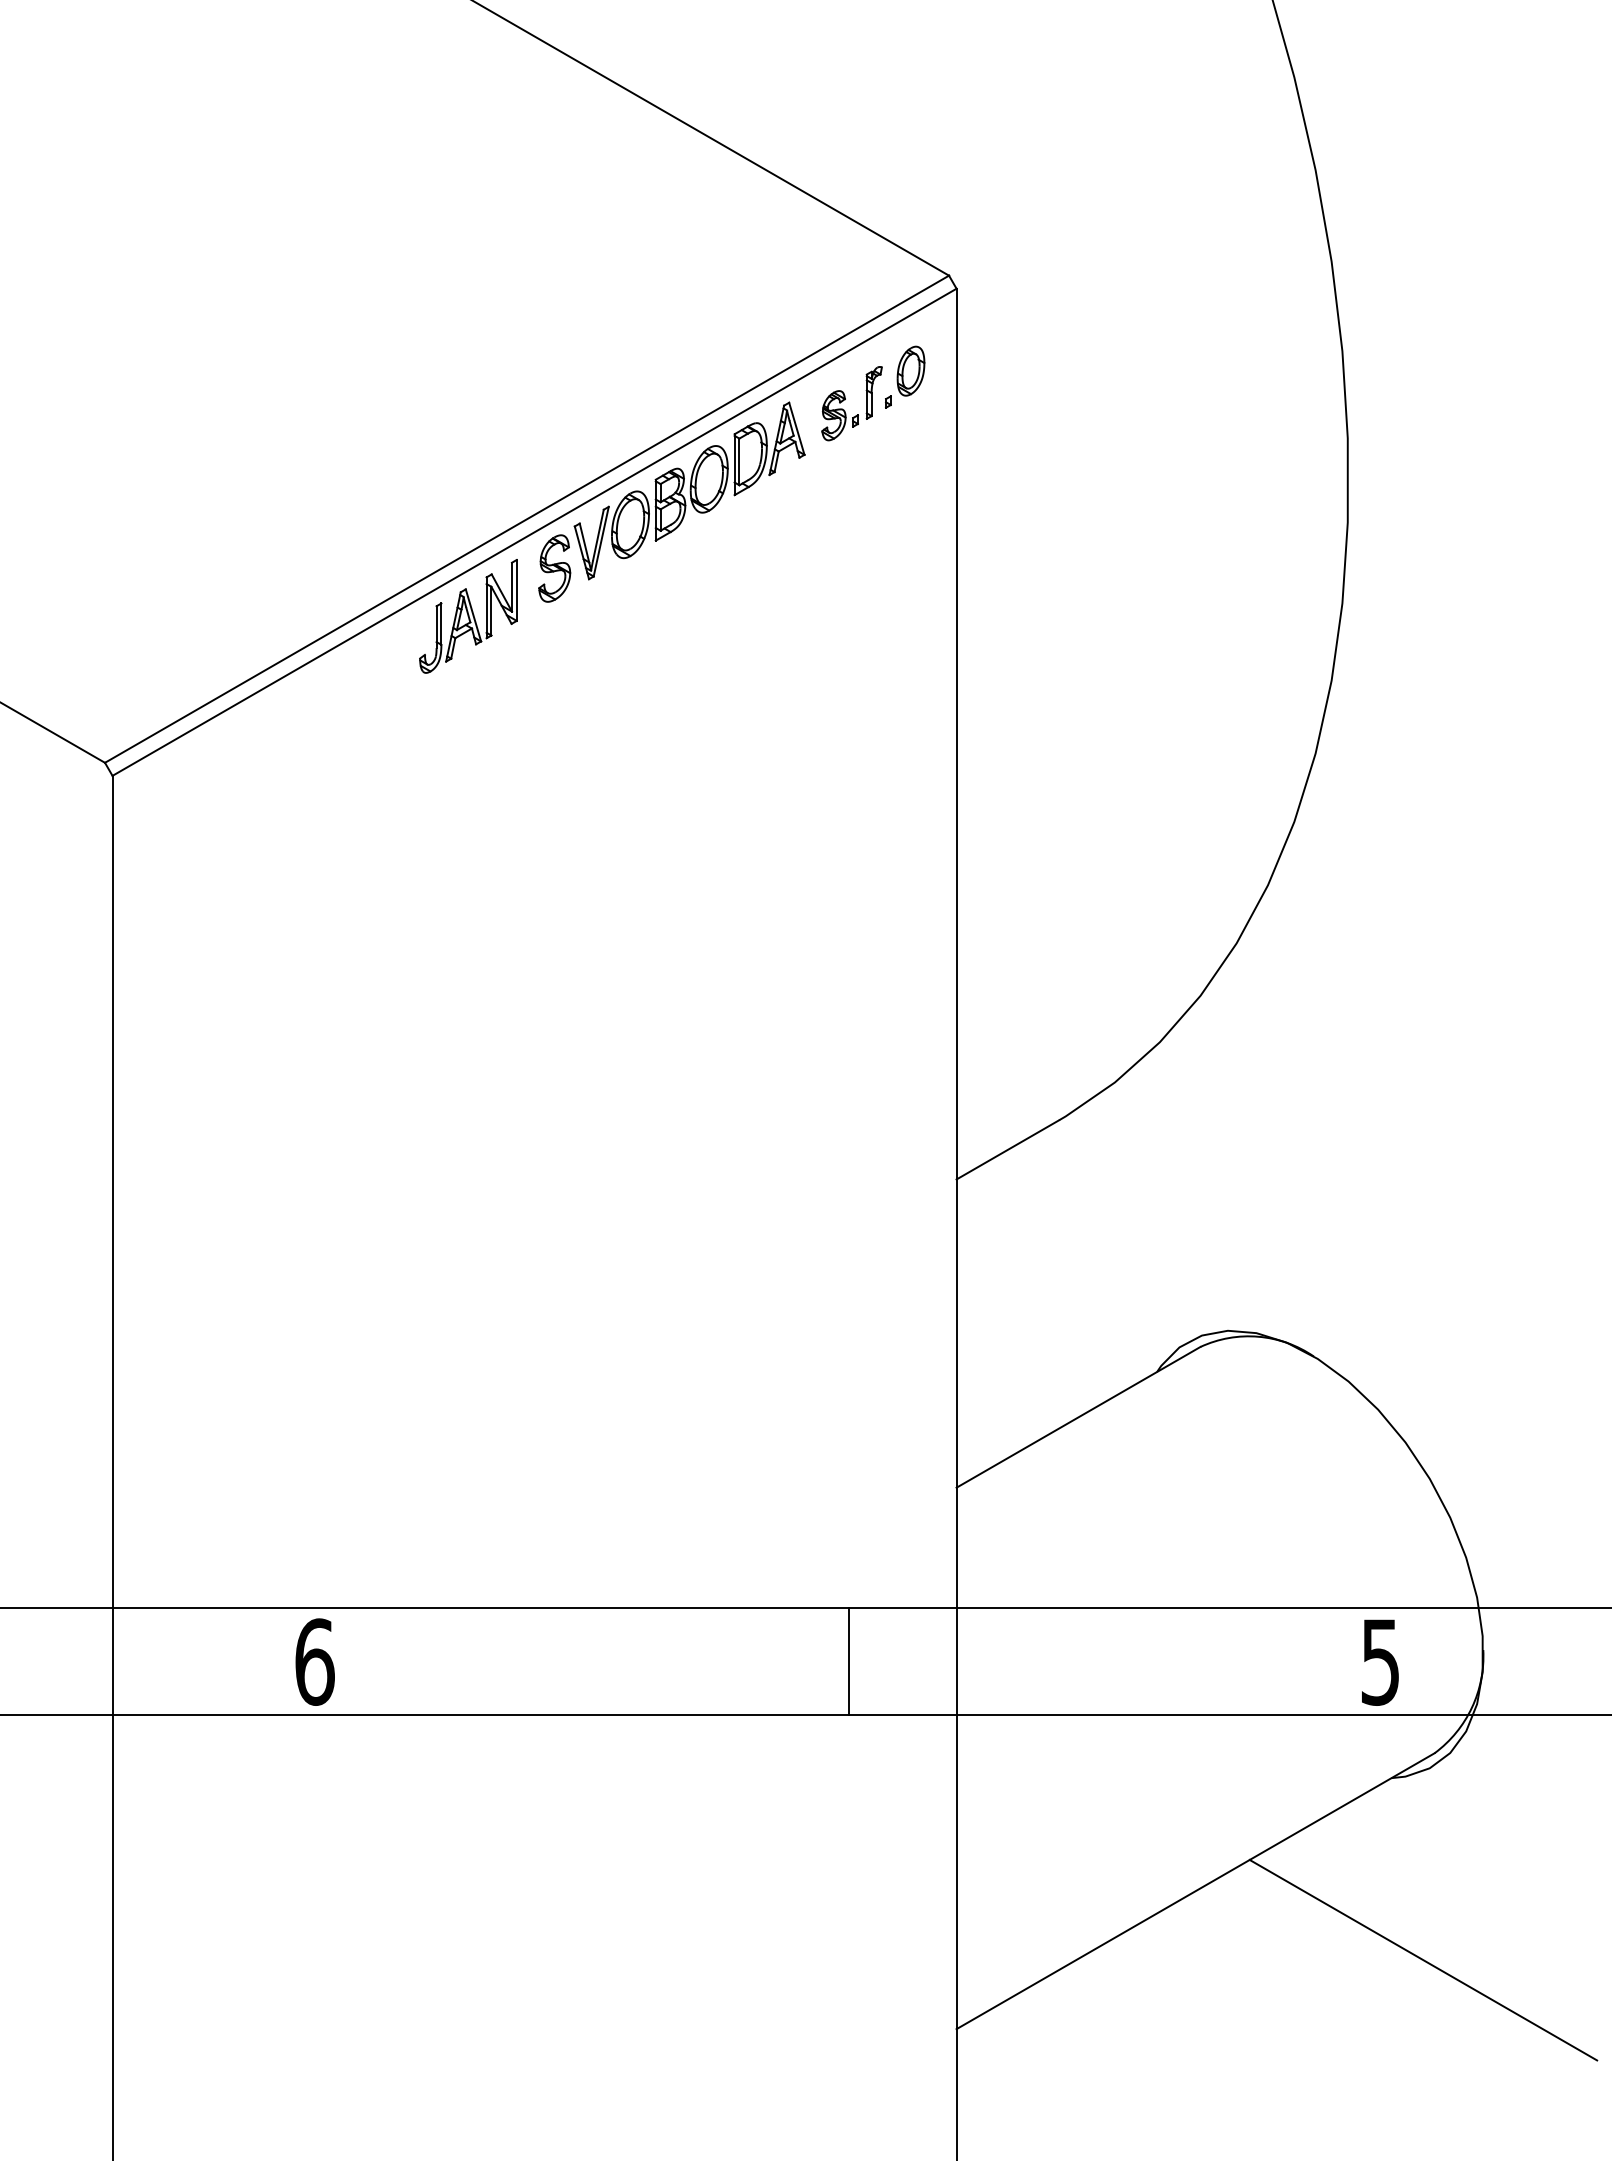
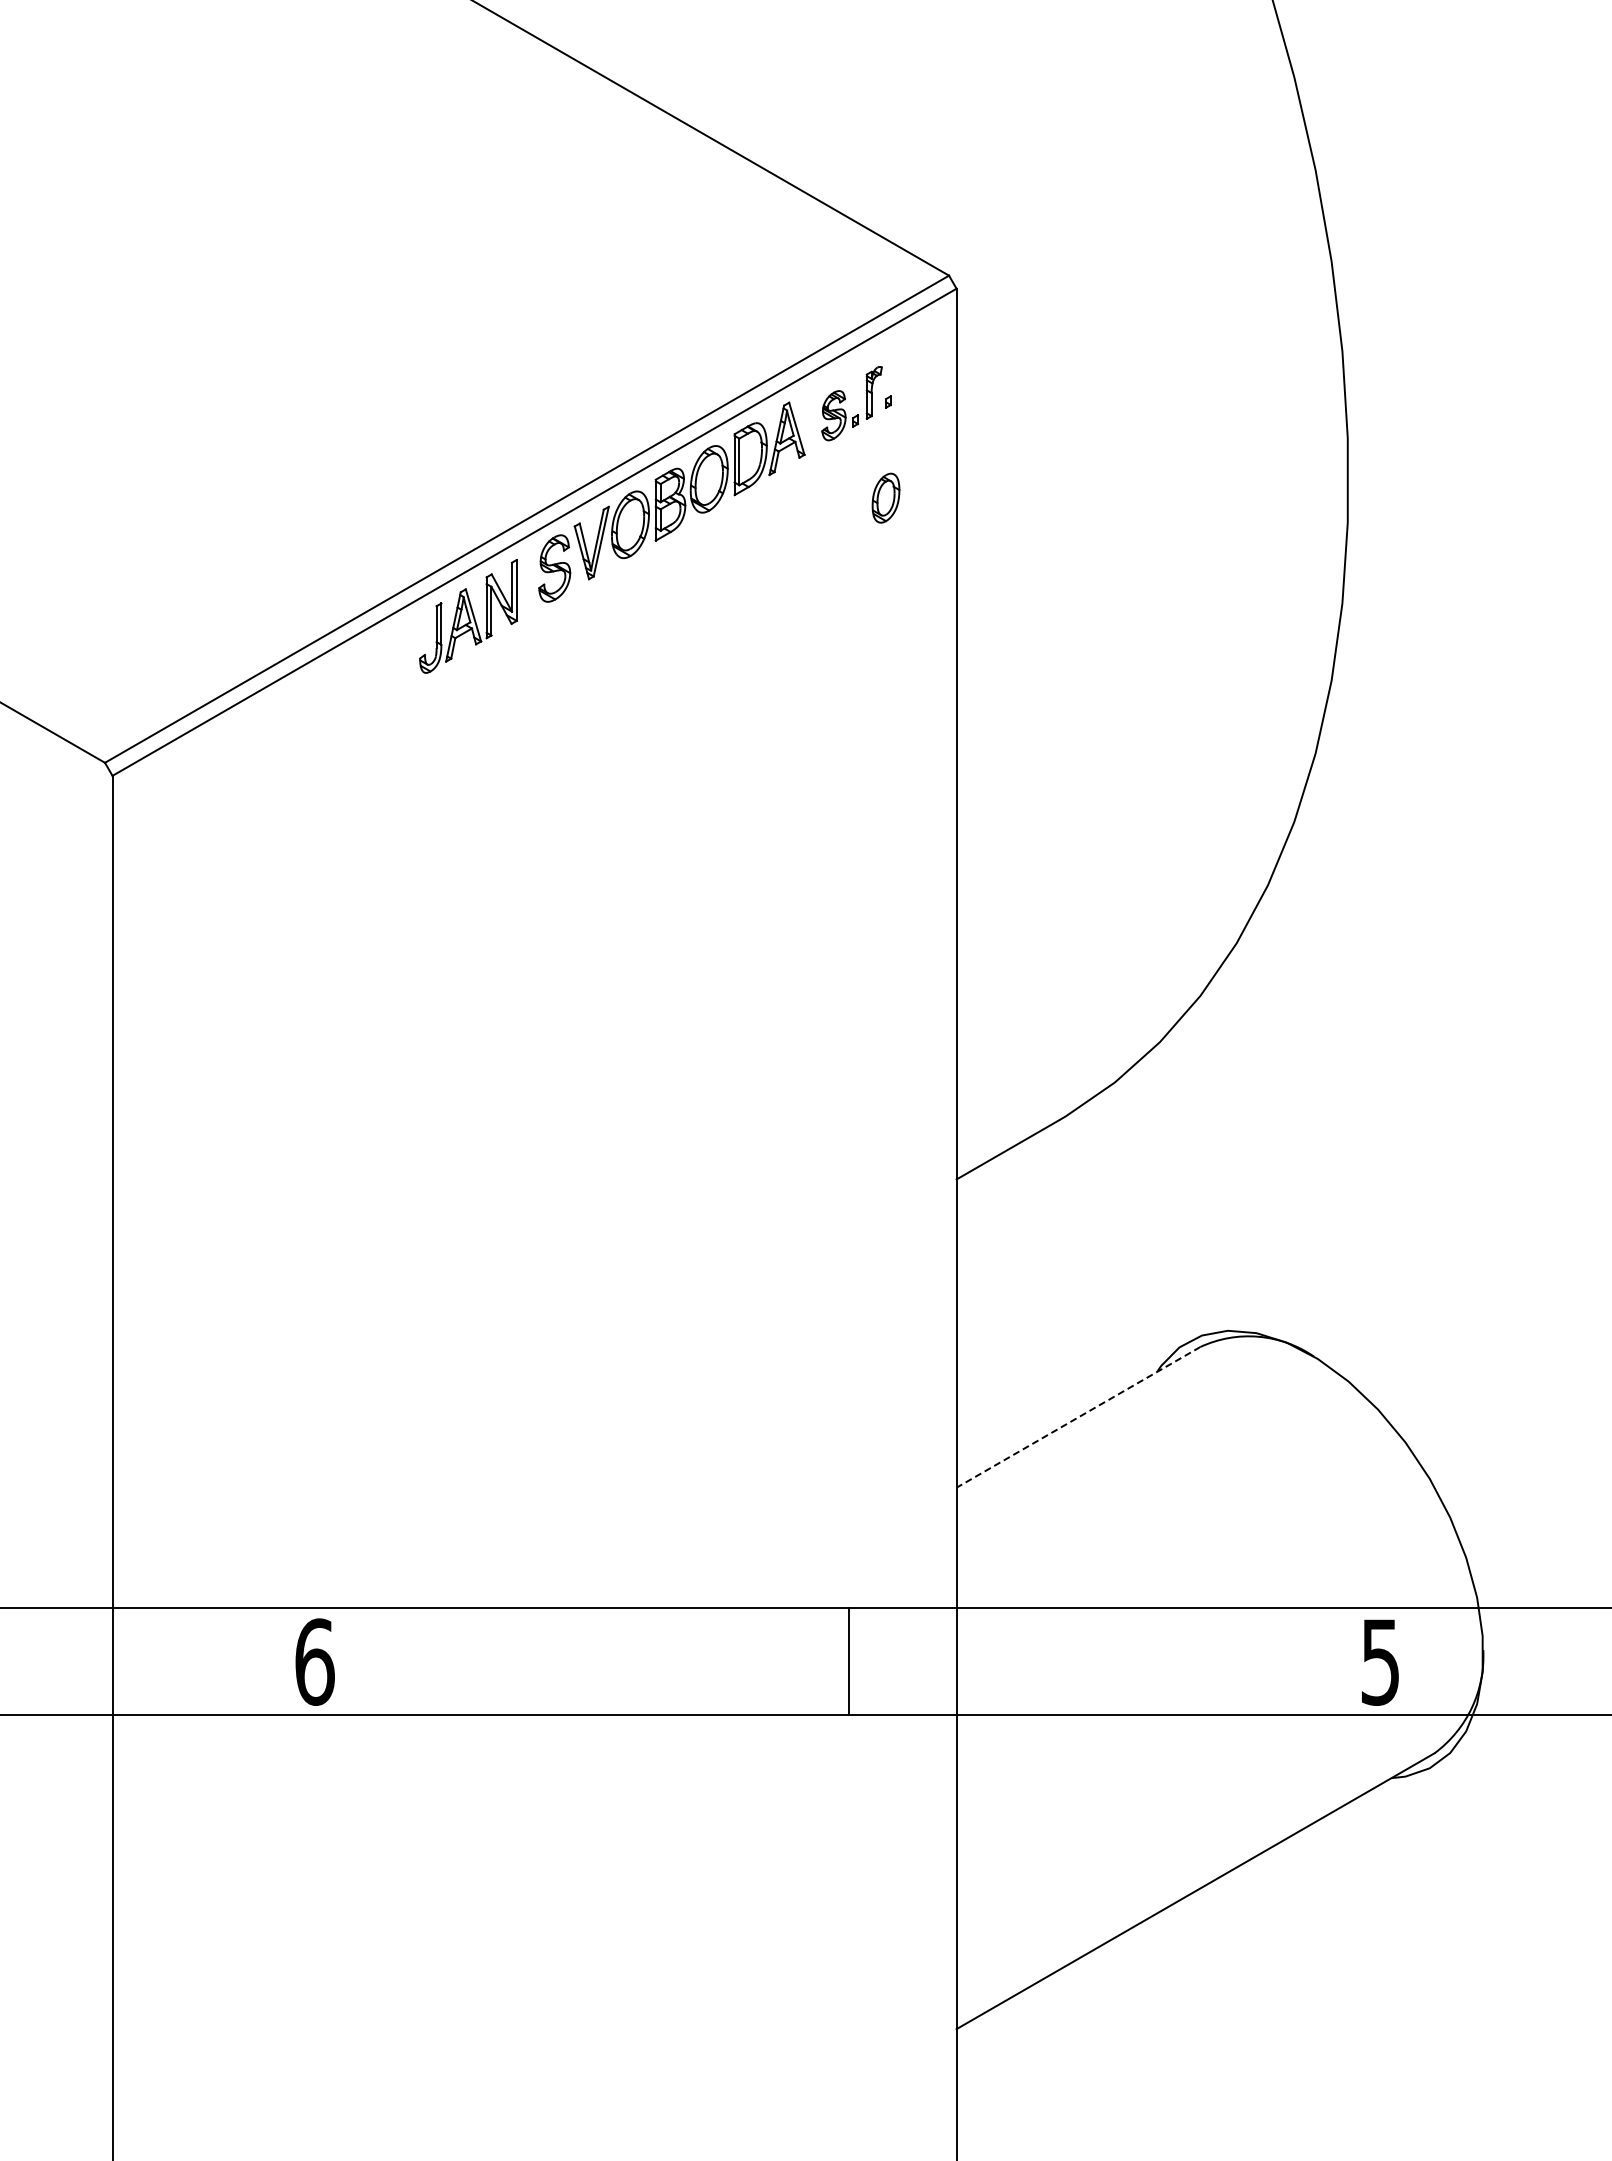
part at (910, 370) position: (910, 370) -> (885, 497)
line at (1078, 1417): solid -> dashed
line at (1423, 1959): present -> none
